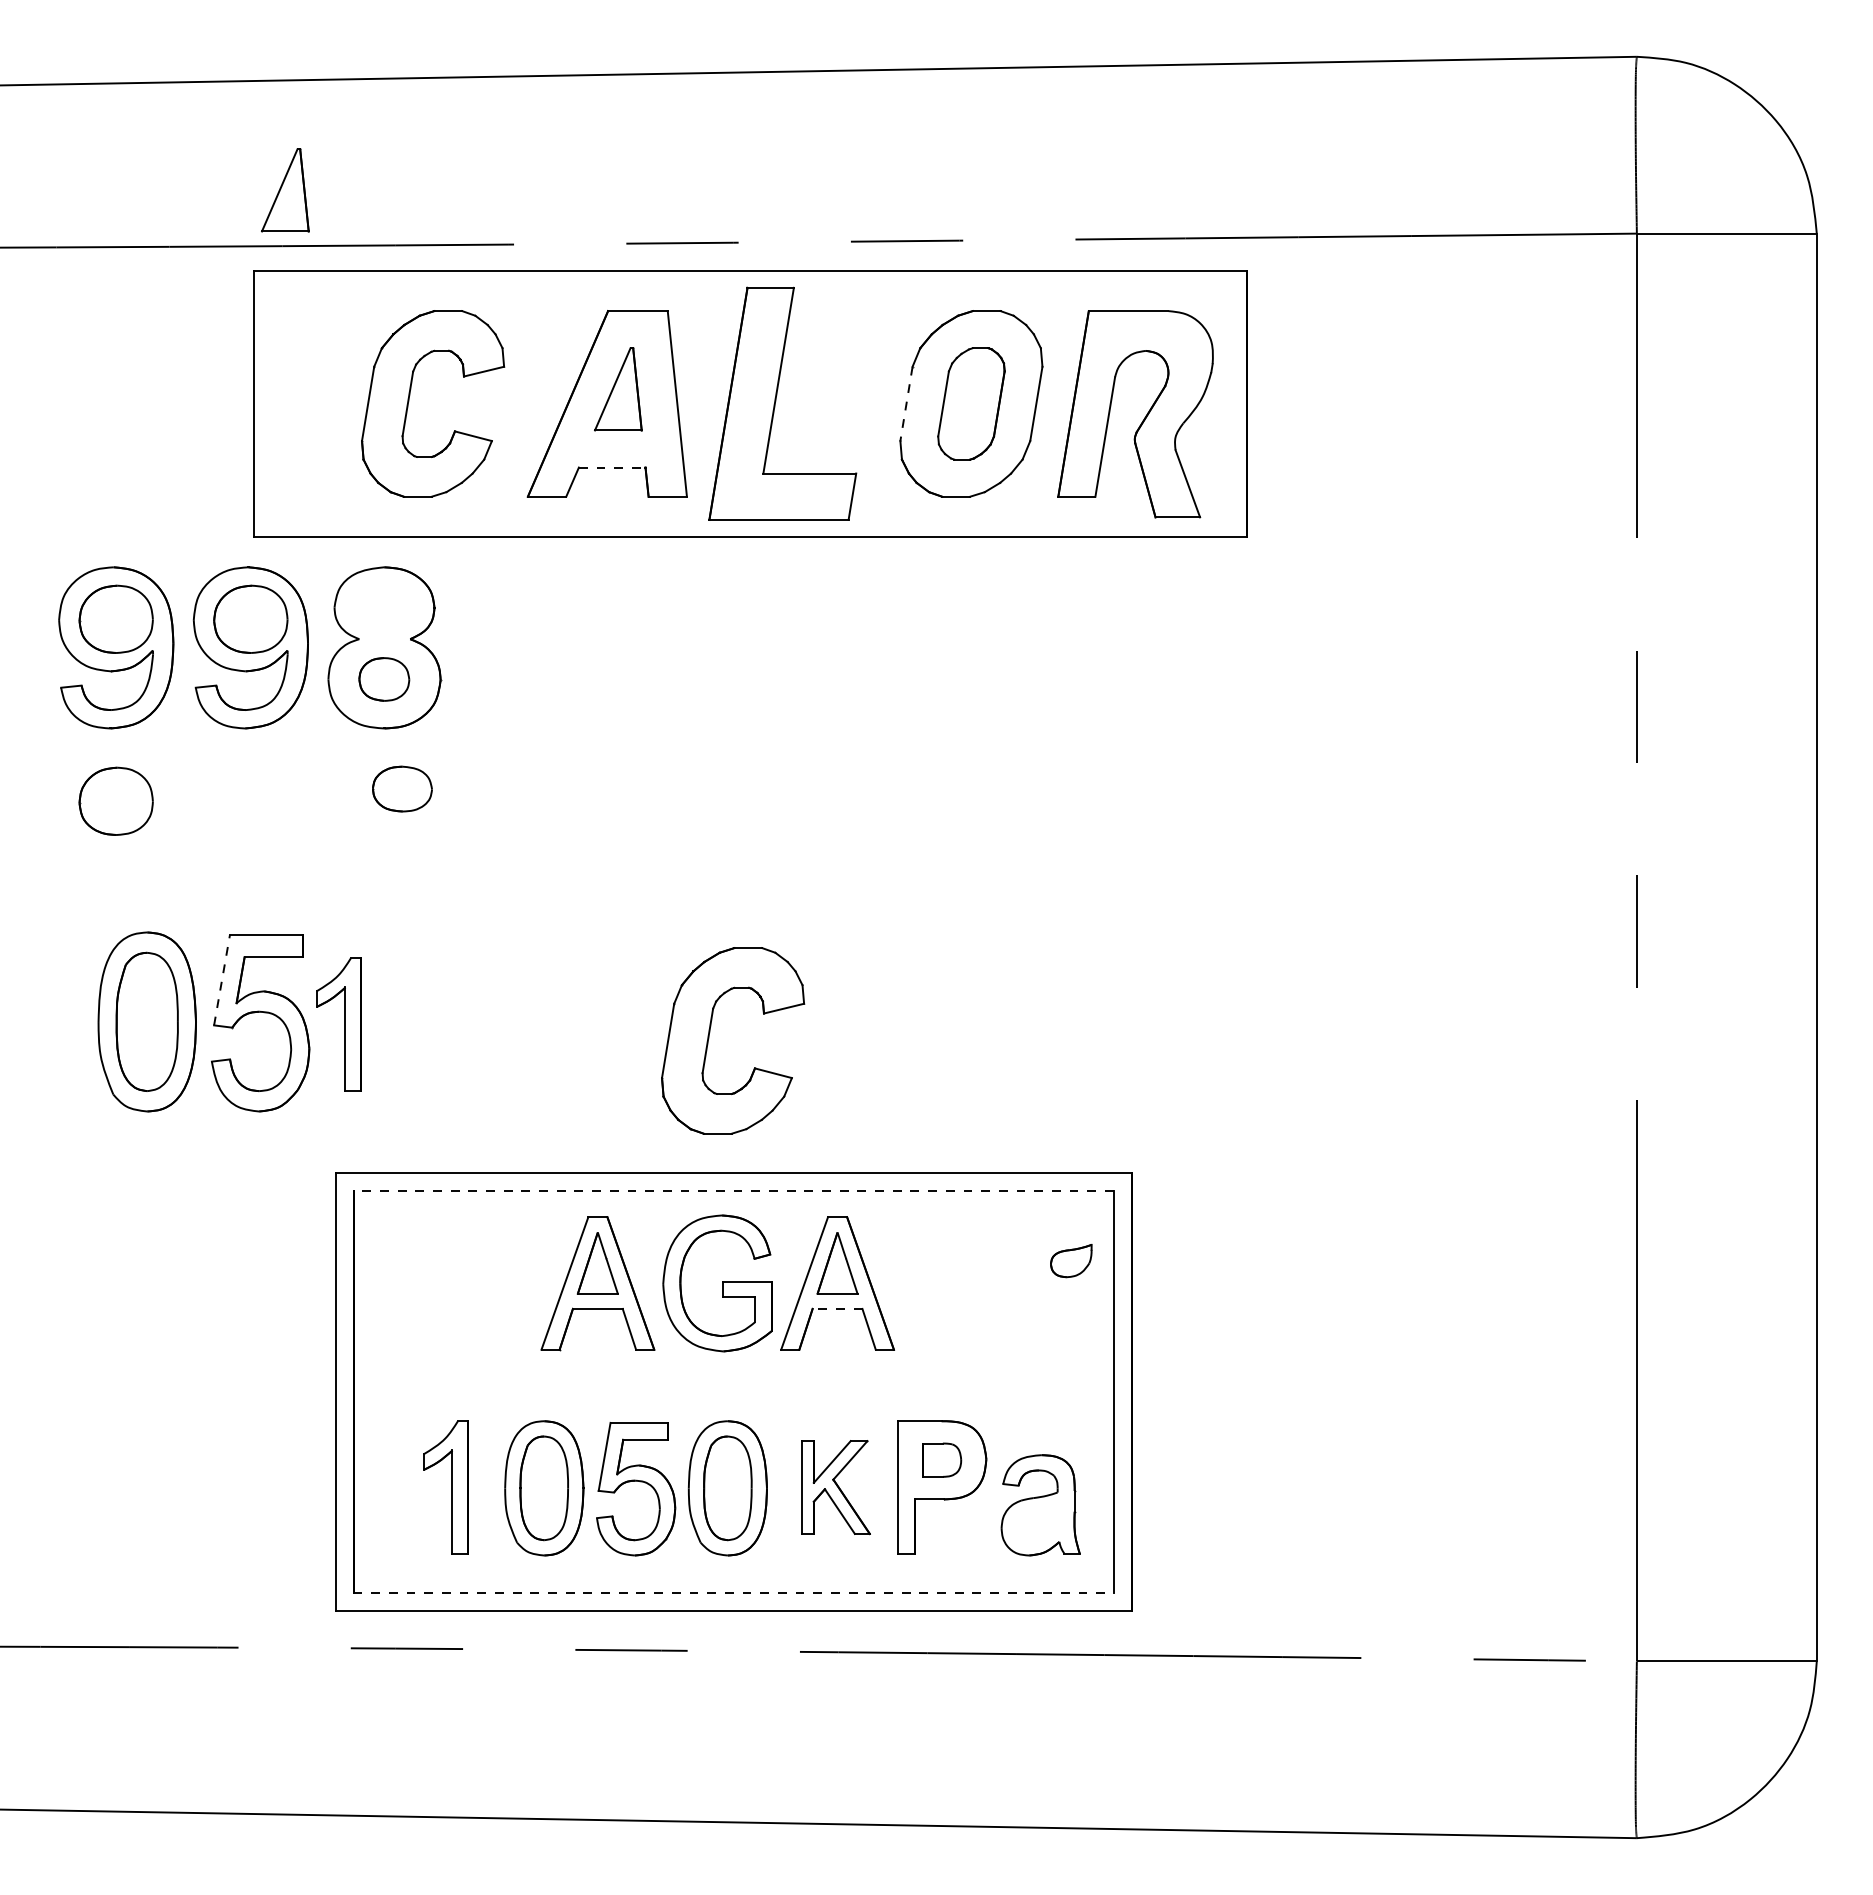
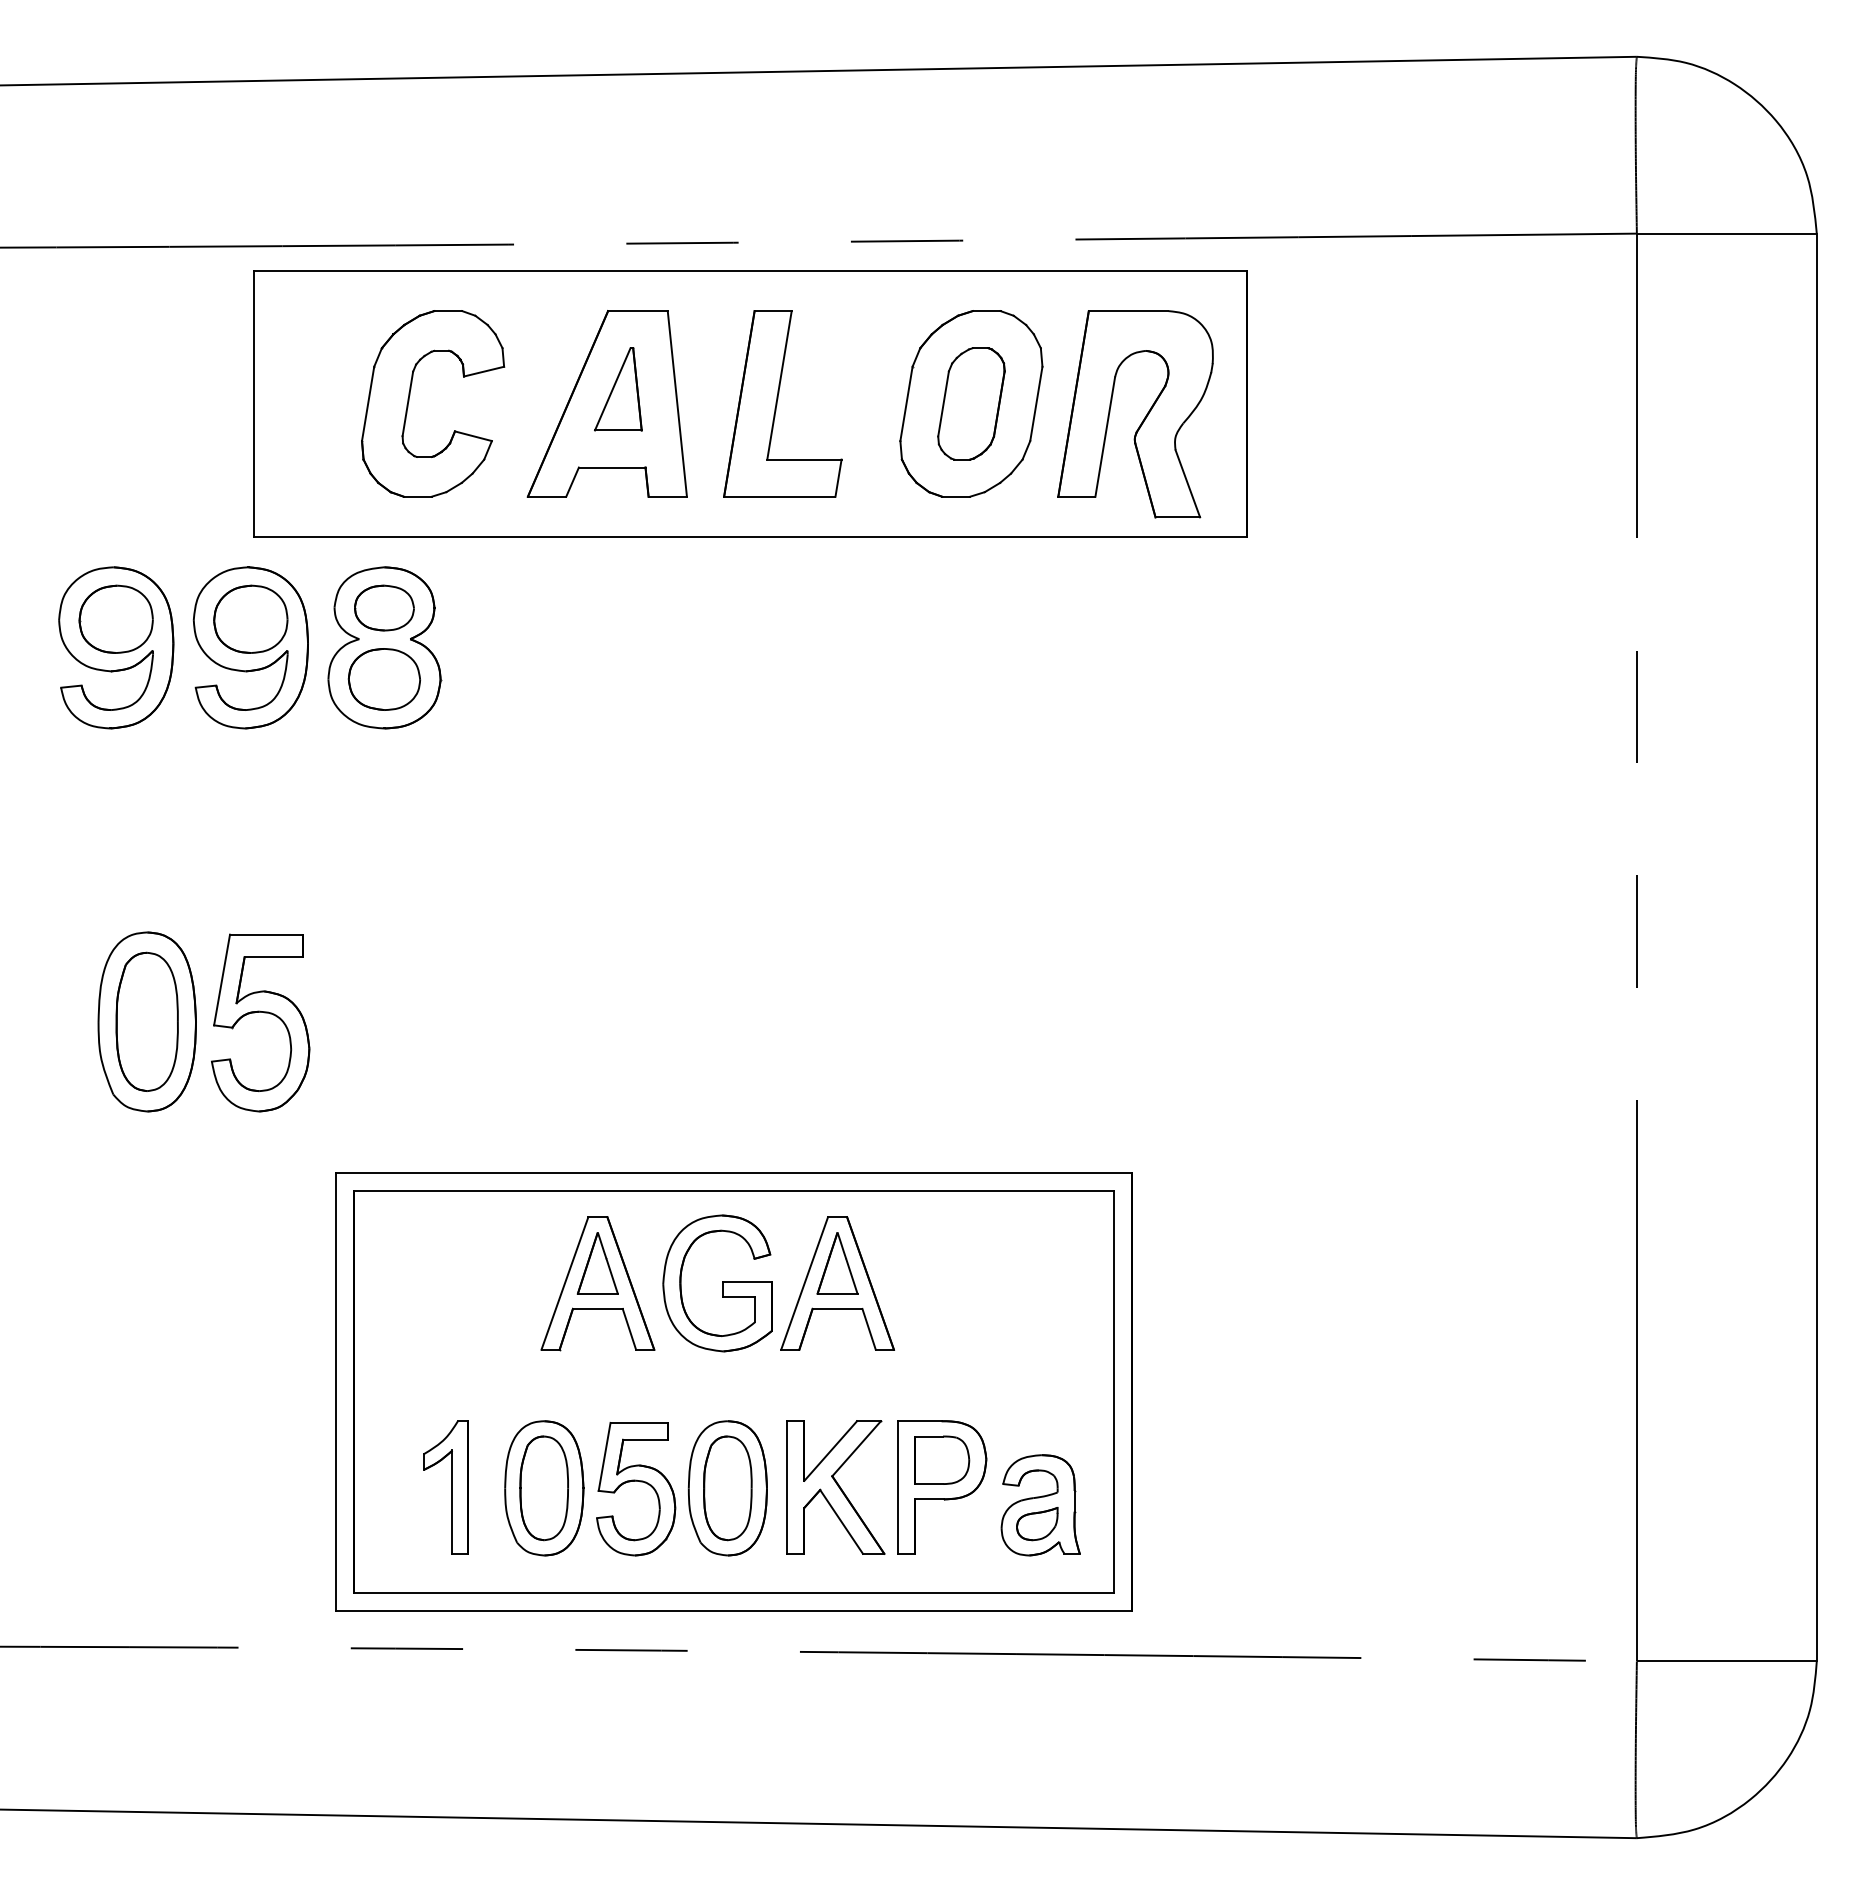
part at (285, 190): present -> none
part at (782, 403) size: 150x235 px -> 120x188 px
line at (906, 403): dashed -> solid
line at (612, 467): dashed -> solid
part at (384, 679) size: 53x45 px -> 74x63 px
part at (402, 788) position: (402, 788) -> (384, 607)
part at (115, 800): present -> none
line at (222, 979): dashed -> solid
part at (338, 1024): present -> none
part at (709, 1038): present -> none
line at (733, 1190): dashed -> solid
part at (1071, 1261) position: (1071, 1261) -> (1037, 1524)
line at (837, 1308): dashed -> solid
part at (942, 1459) size: 41x36 px -> 57x50 px
part at (835, 1487) size: 70x96 px -> 100x135 px
line at (734, 1592): dashed -> solid
